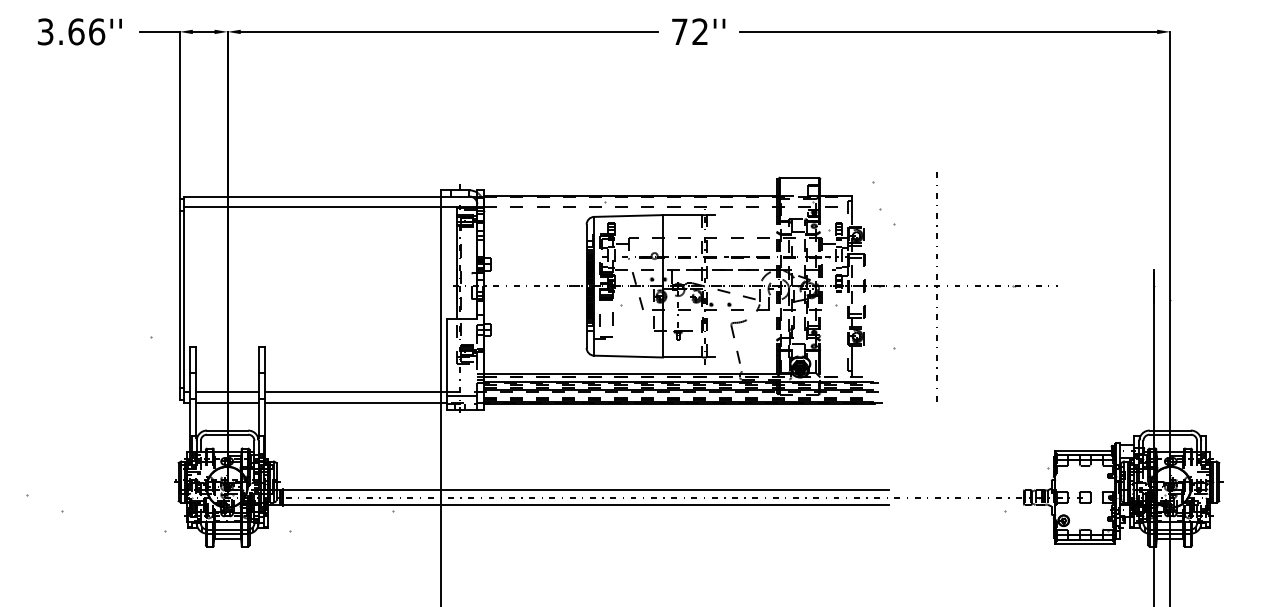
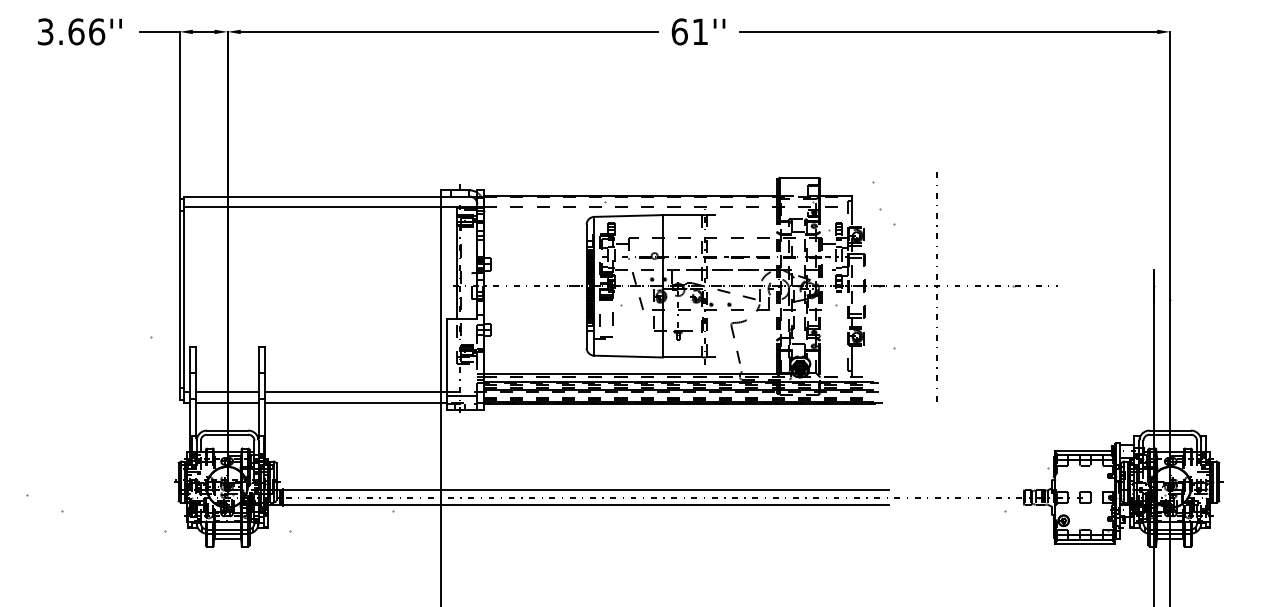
text at (689, 31): 72'' -> 61''
